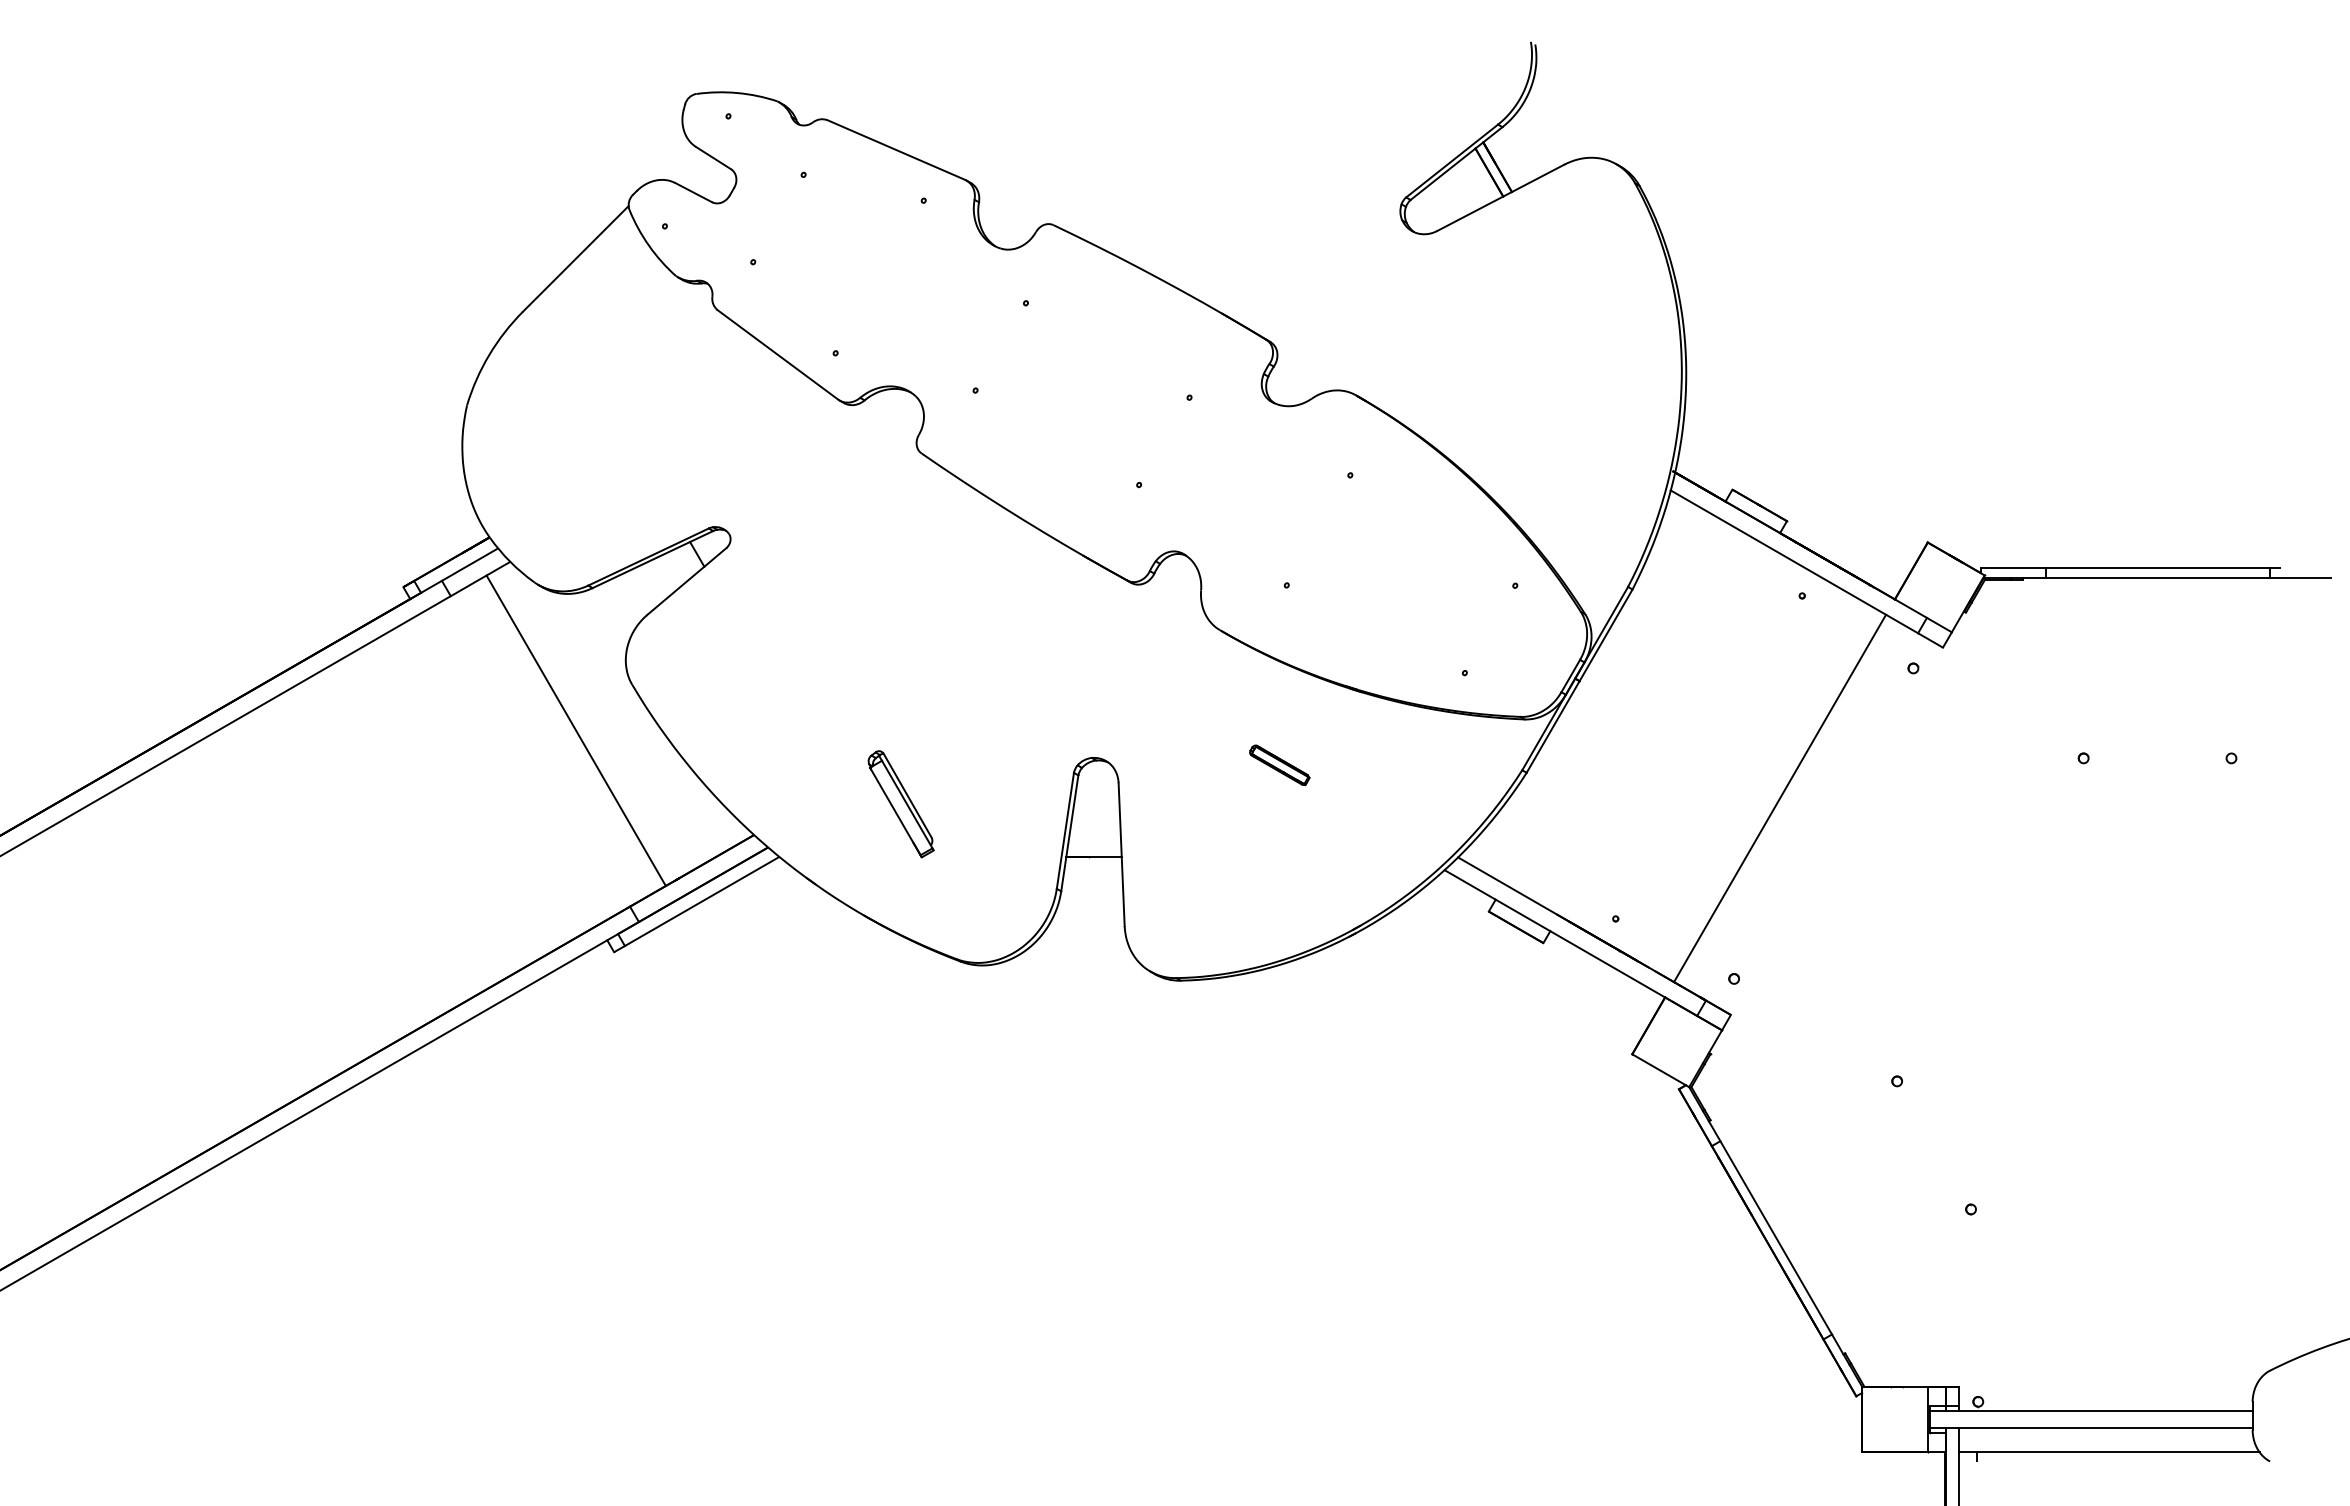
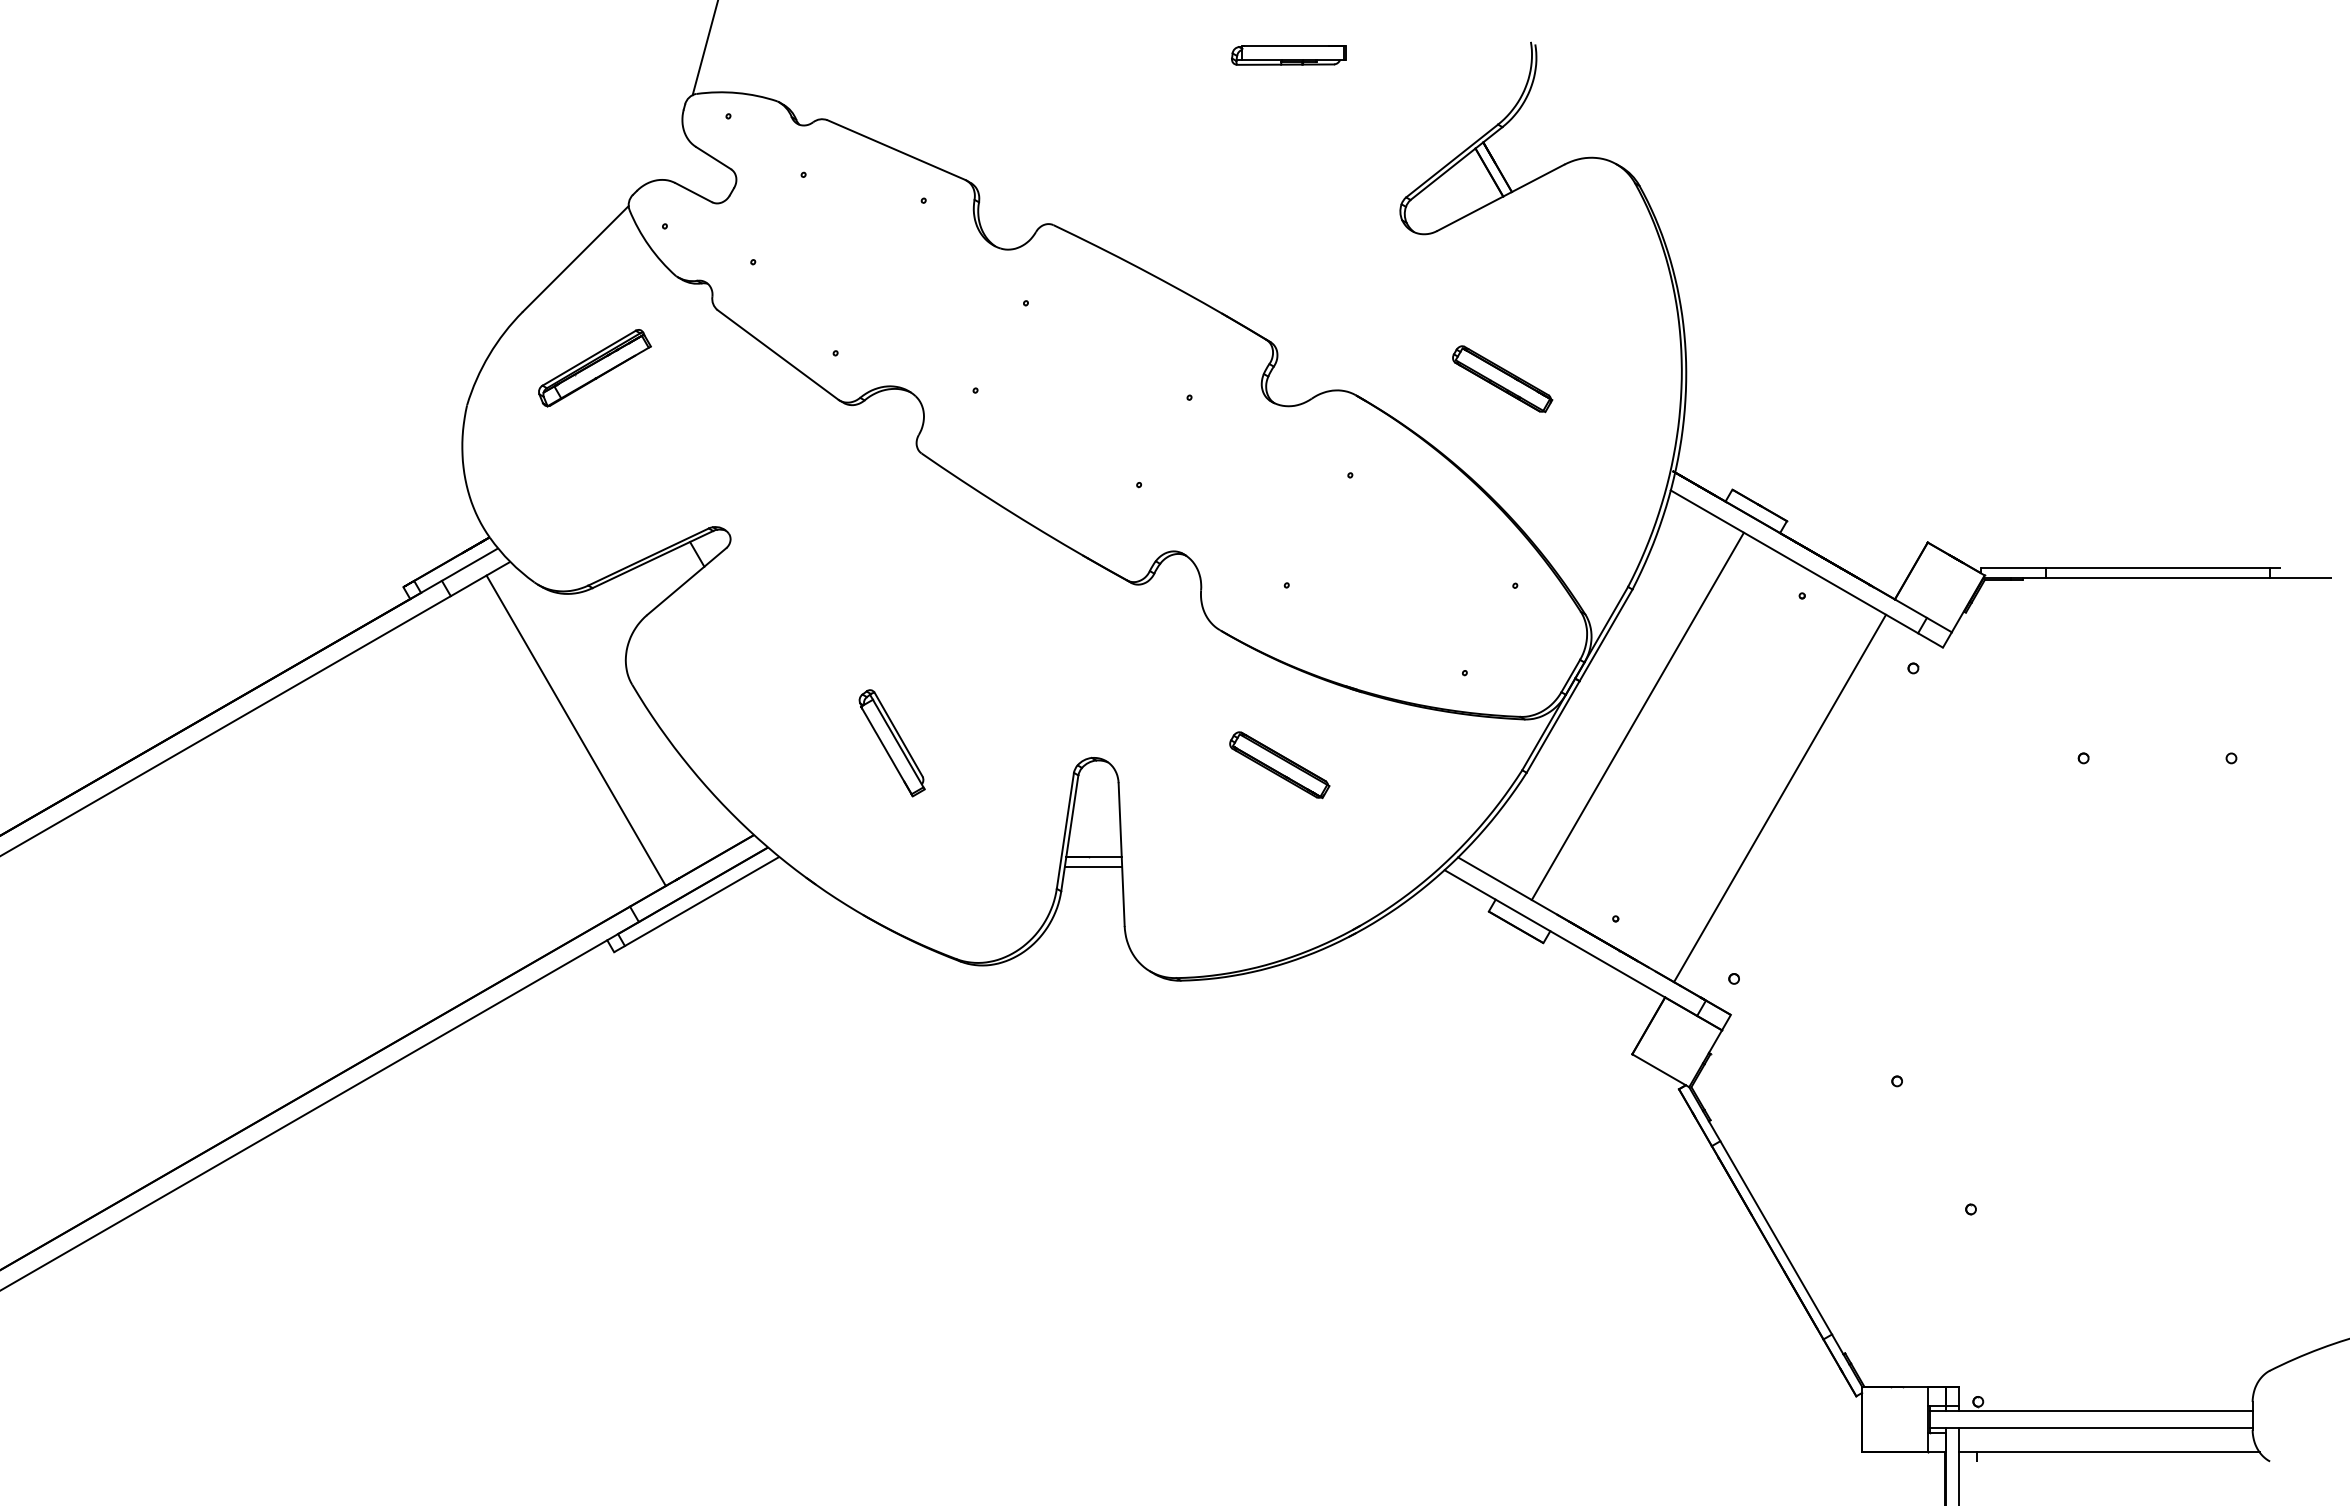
line at (704, 48): none -> present
part at (1288, 55): none -> present
part at (594, 368): none -> present
part at (1502, 379): none -> present
line at (1637, 716): none -> present
part at (1279, 765) size: 62x43 px -> 102x69 px
part at (900, 804) position: (900, 804) -> (891, 743)
line at (1093, 867): none -> present
